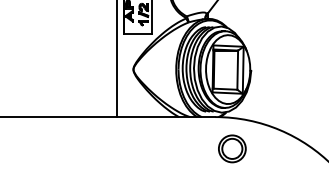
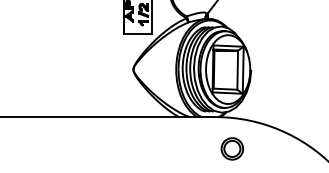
line at (117, 59): present -> none
part at (232, 148) size: 29x30 px -> 24x24 px
